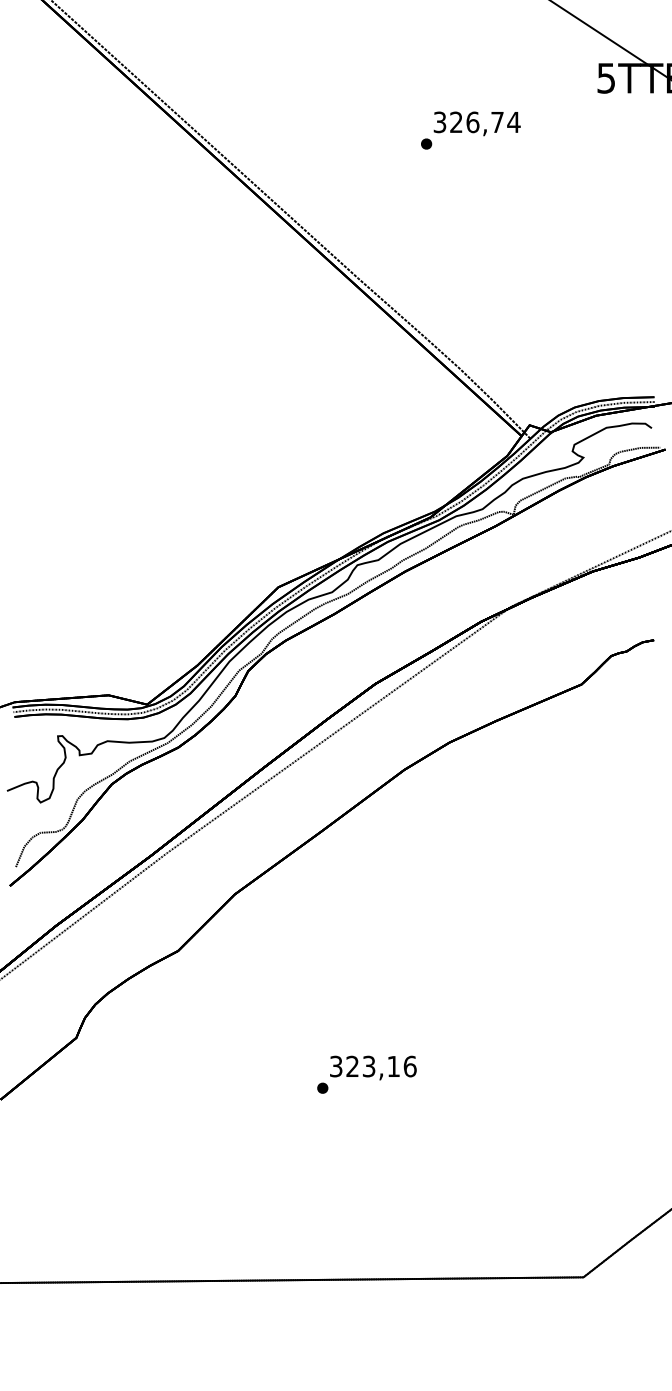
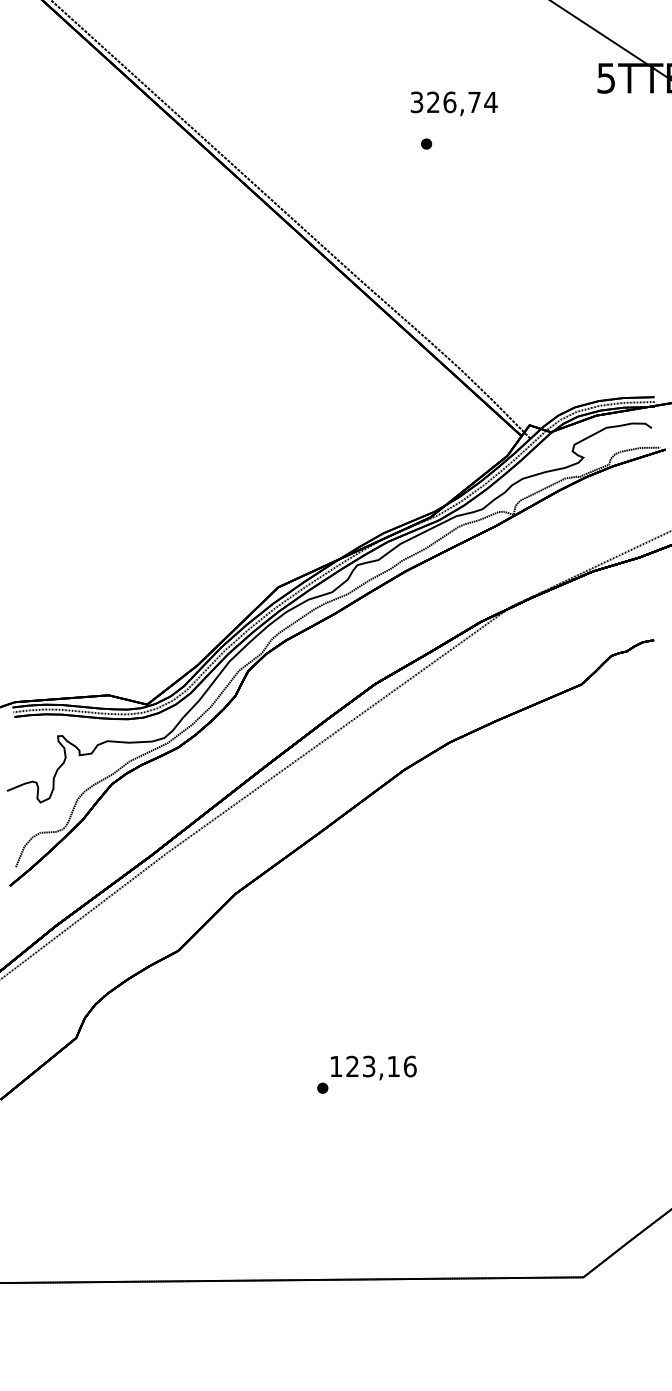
text at (476, 123) position: (476, 123) -> (453, 103)
text at (336, 1066): 323,16 -> 123,16
